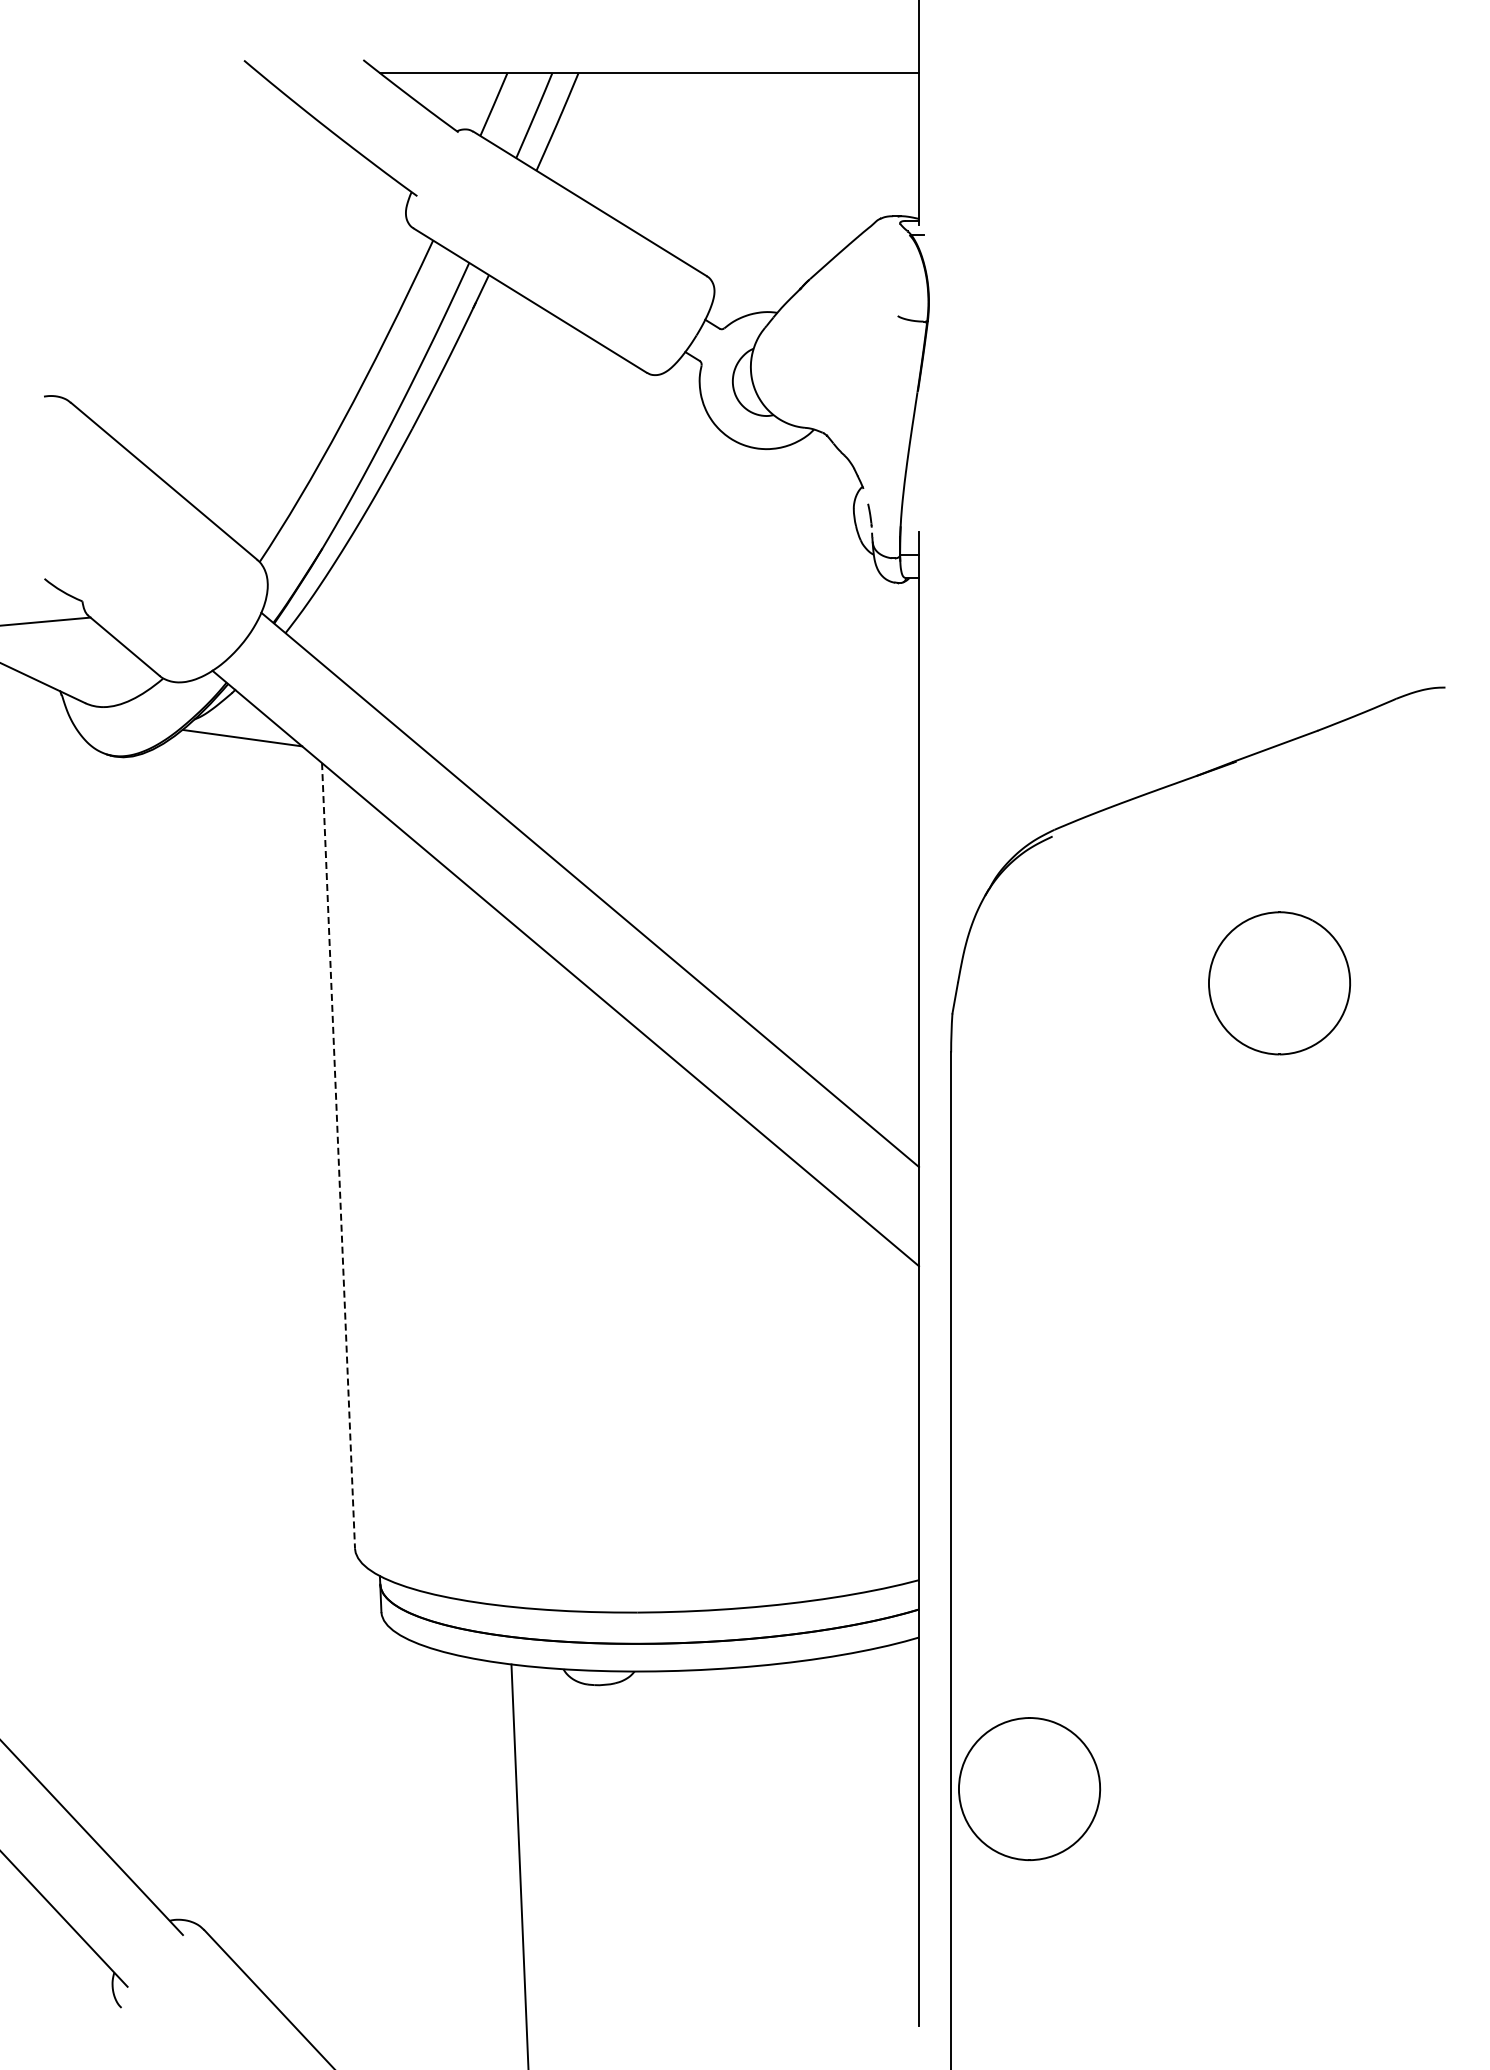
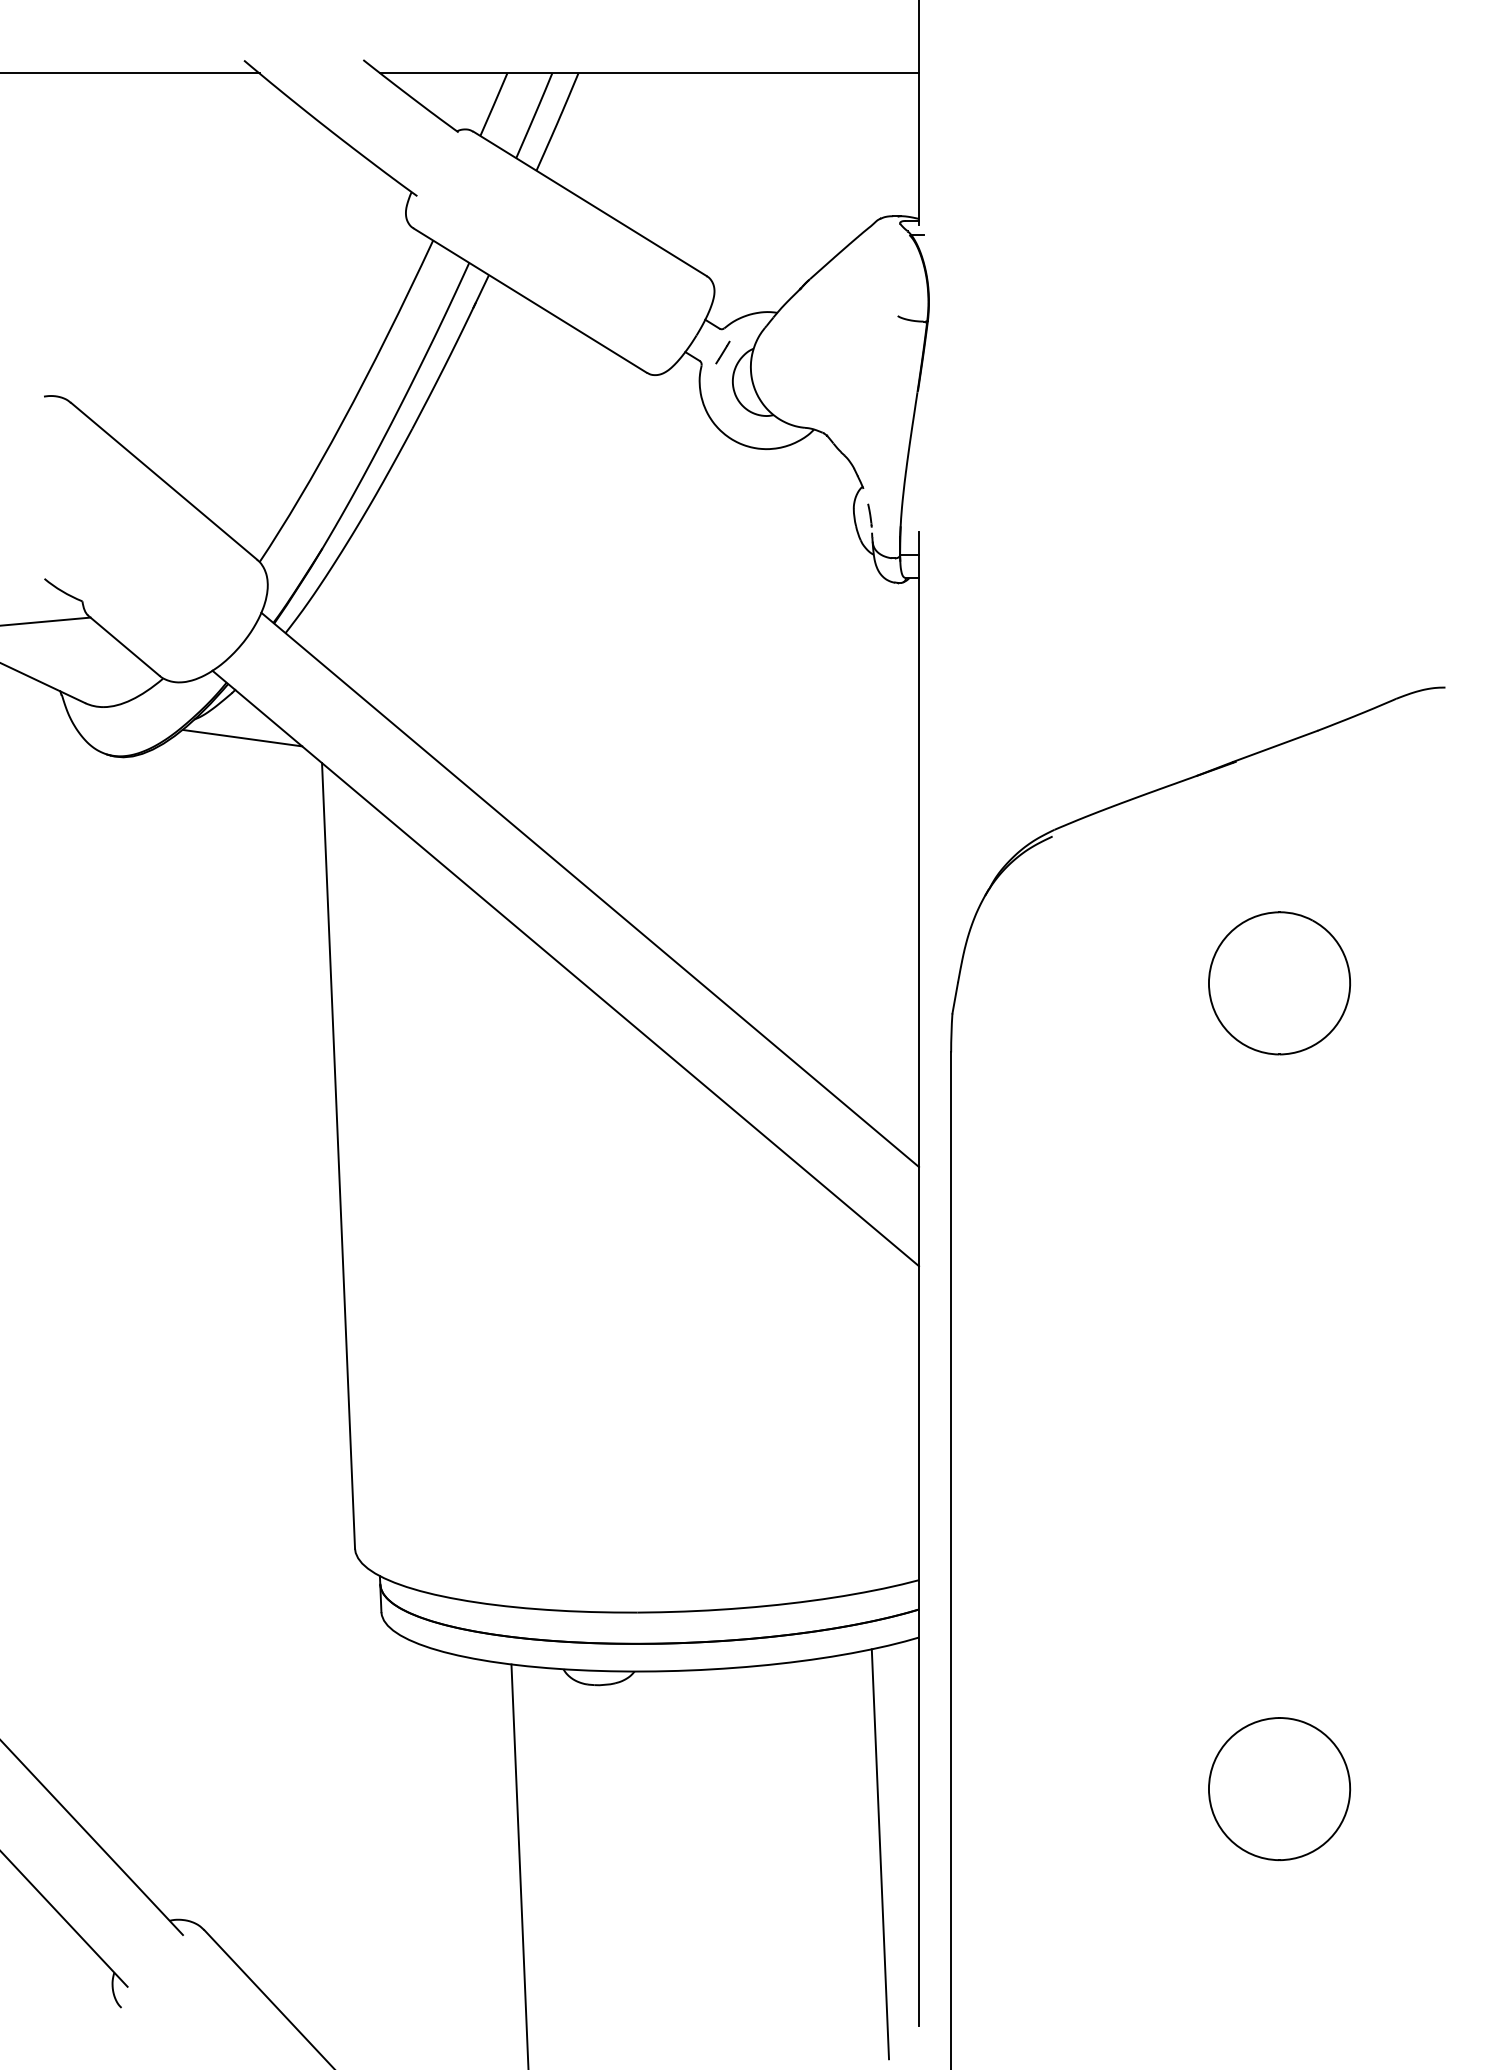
line at (130, 73): none -> present
line at (722, 352): none -> present
line at (338, 1156): dashed -> solid
part at (1029, 1789) position: (1029, 1789) -> (1279, 1789)
line at (880, 1854): none -> present
